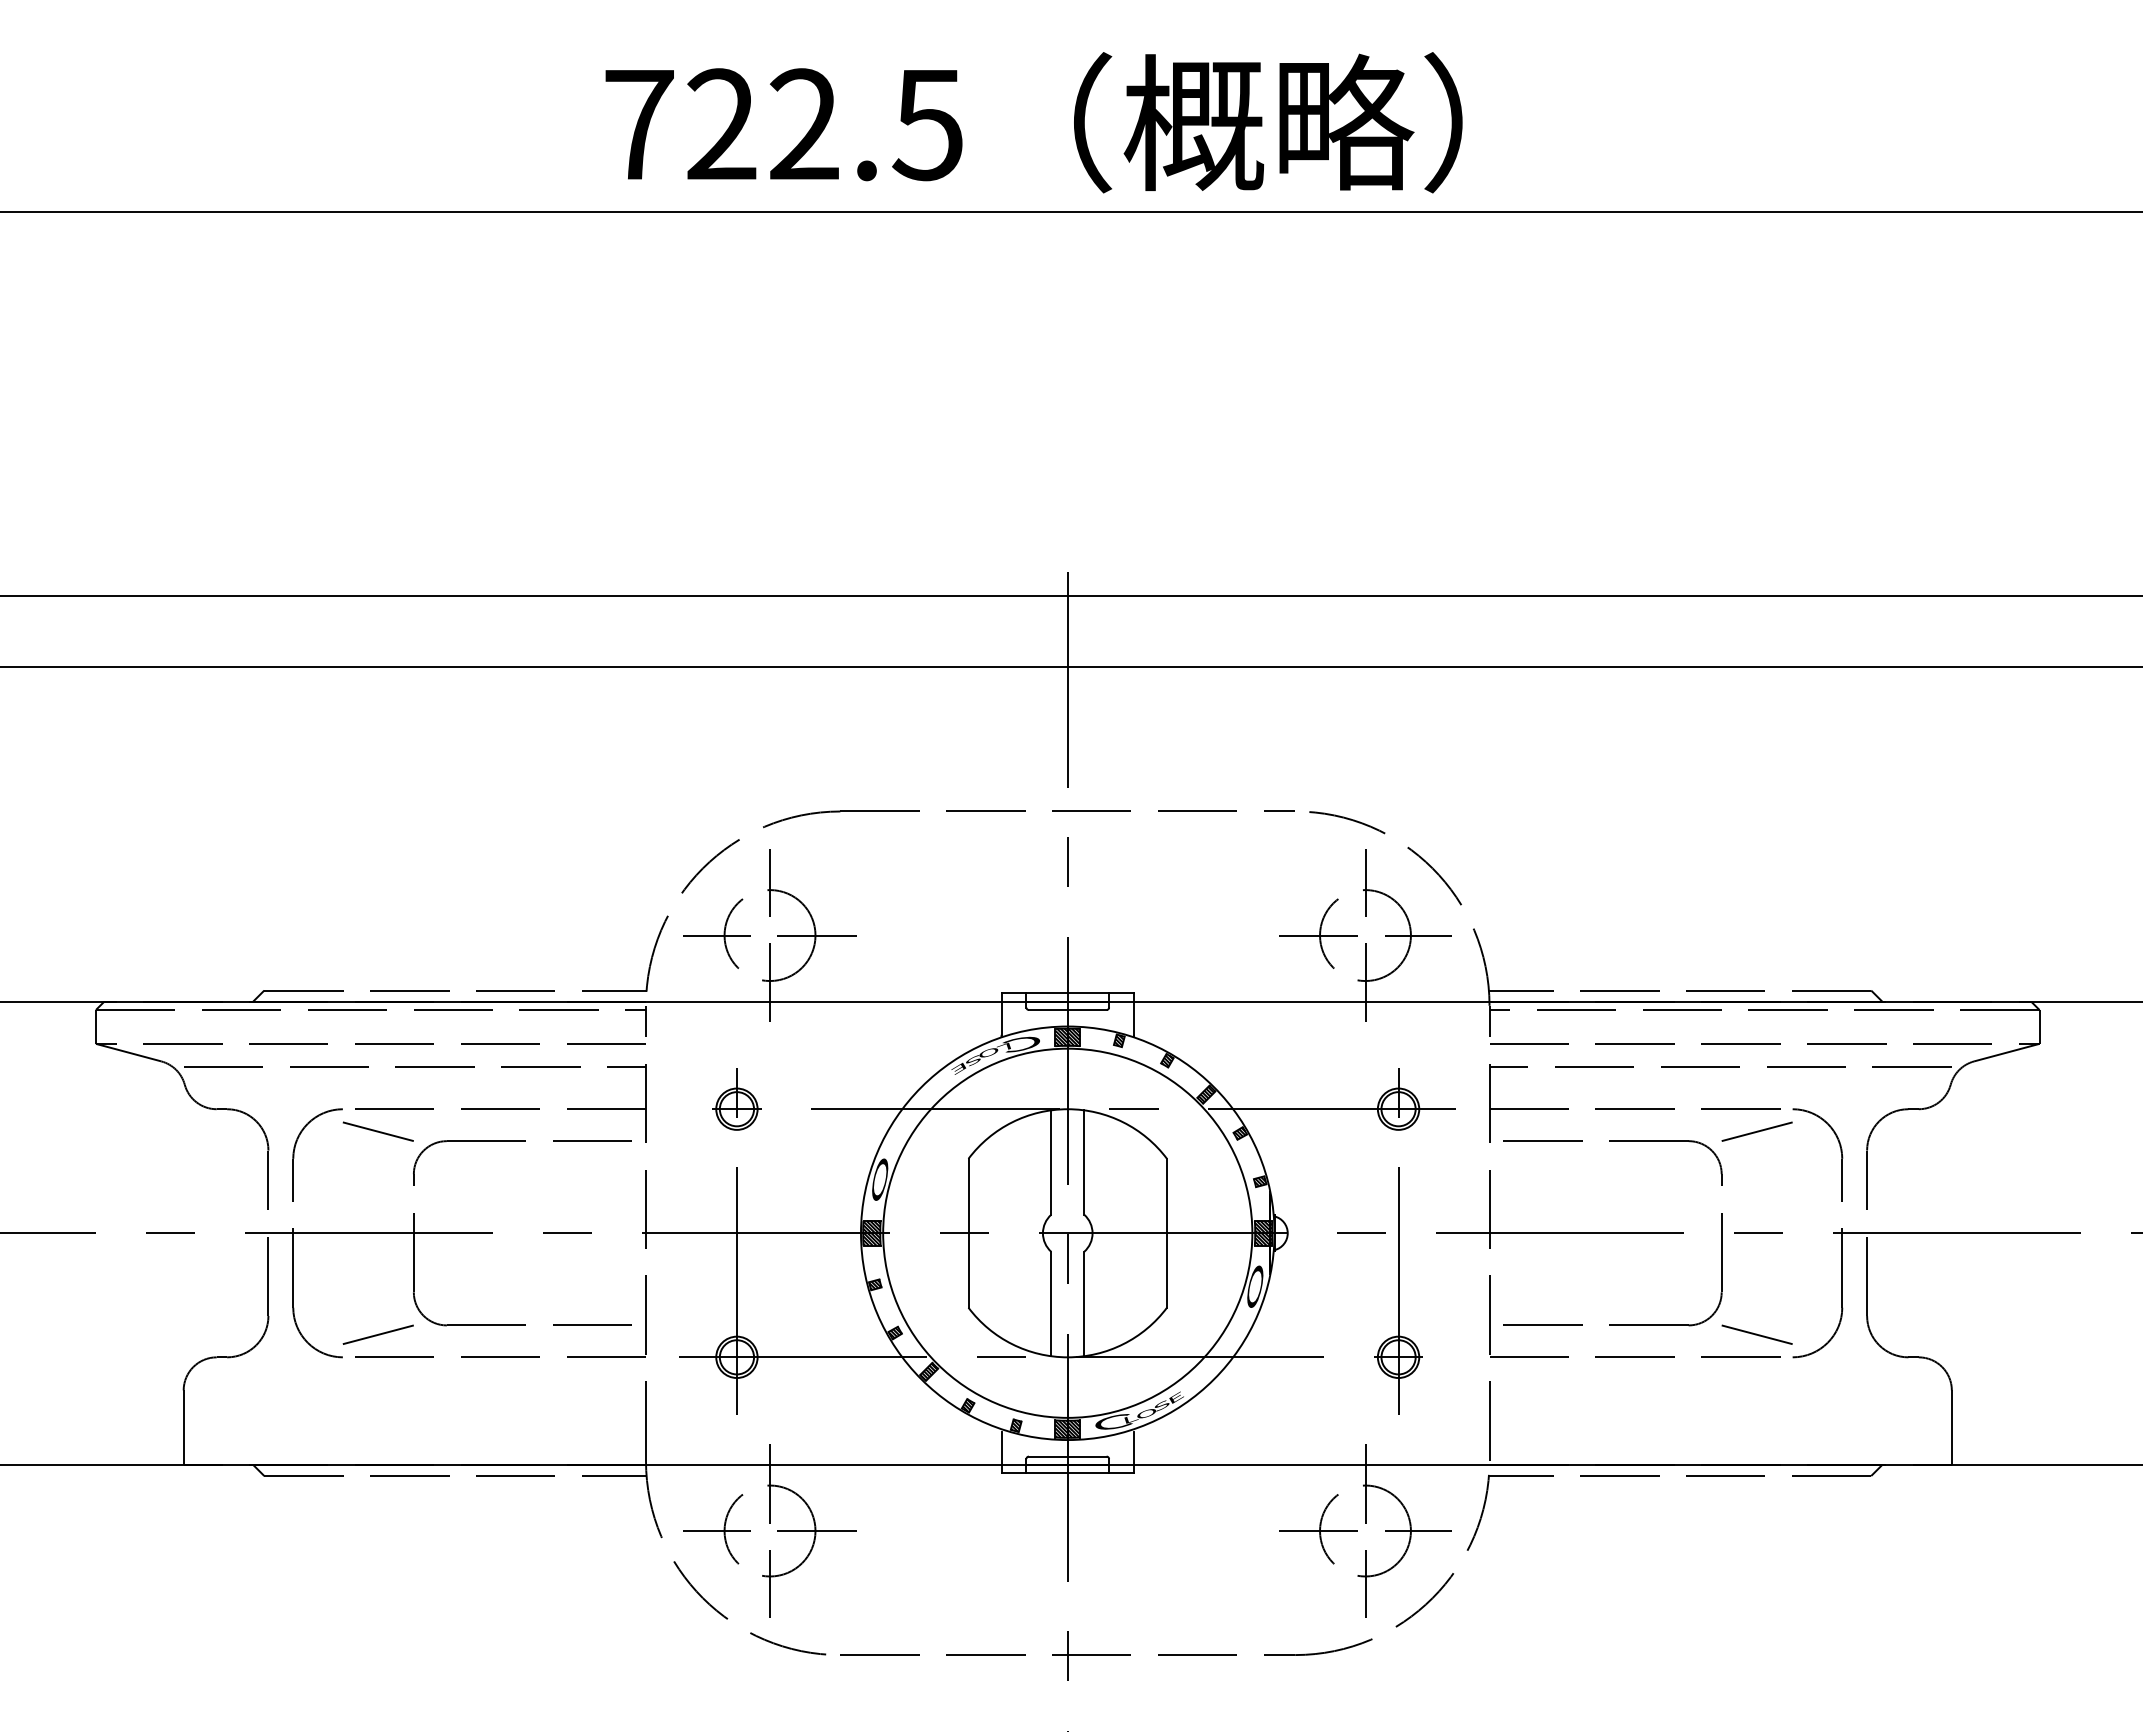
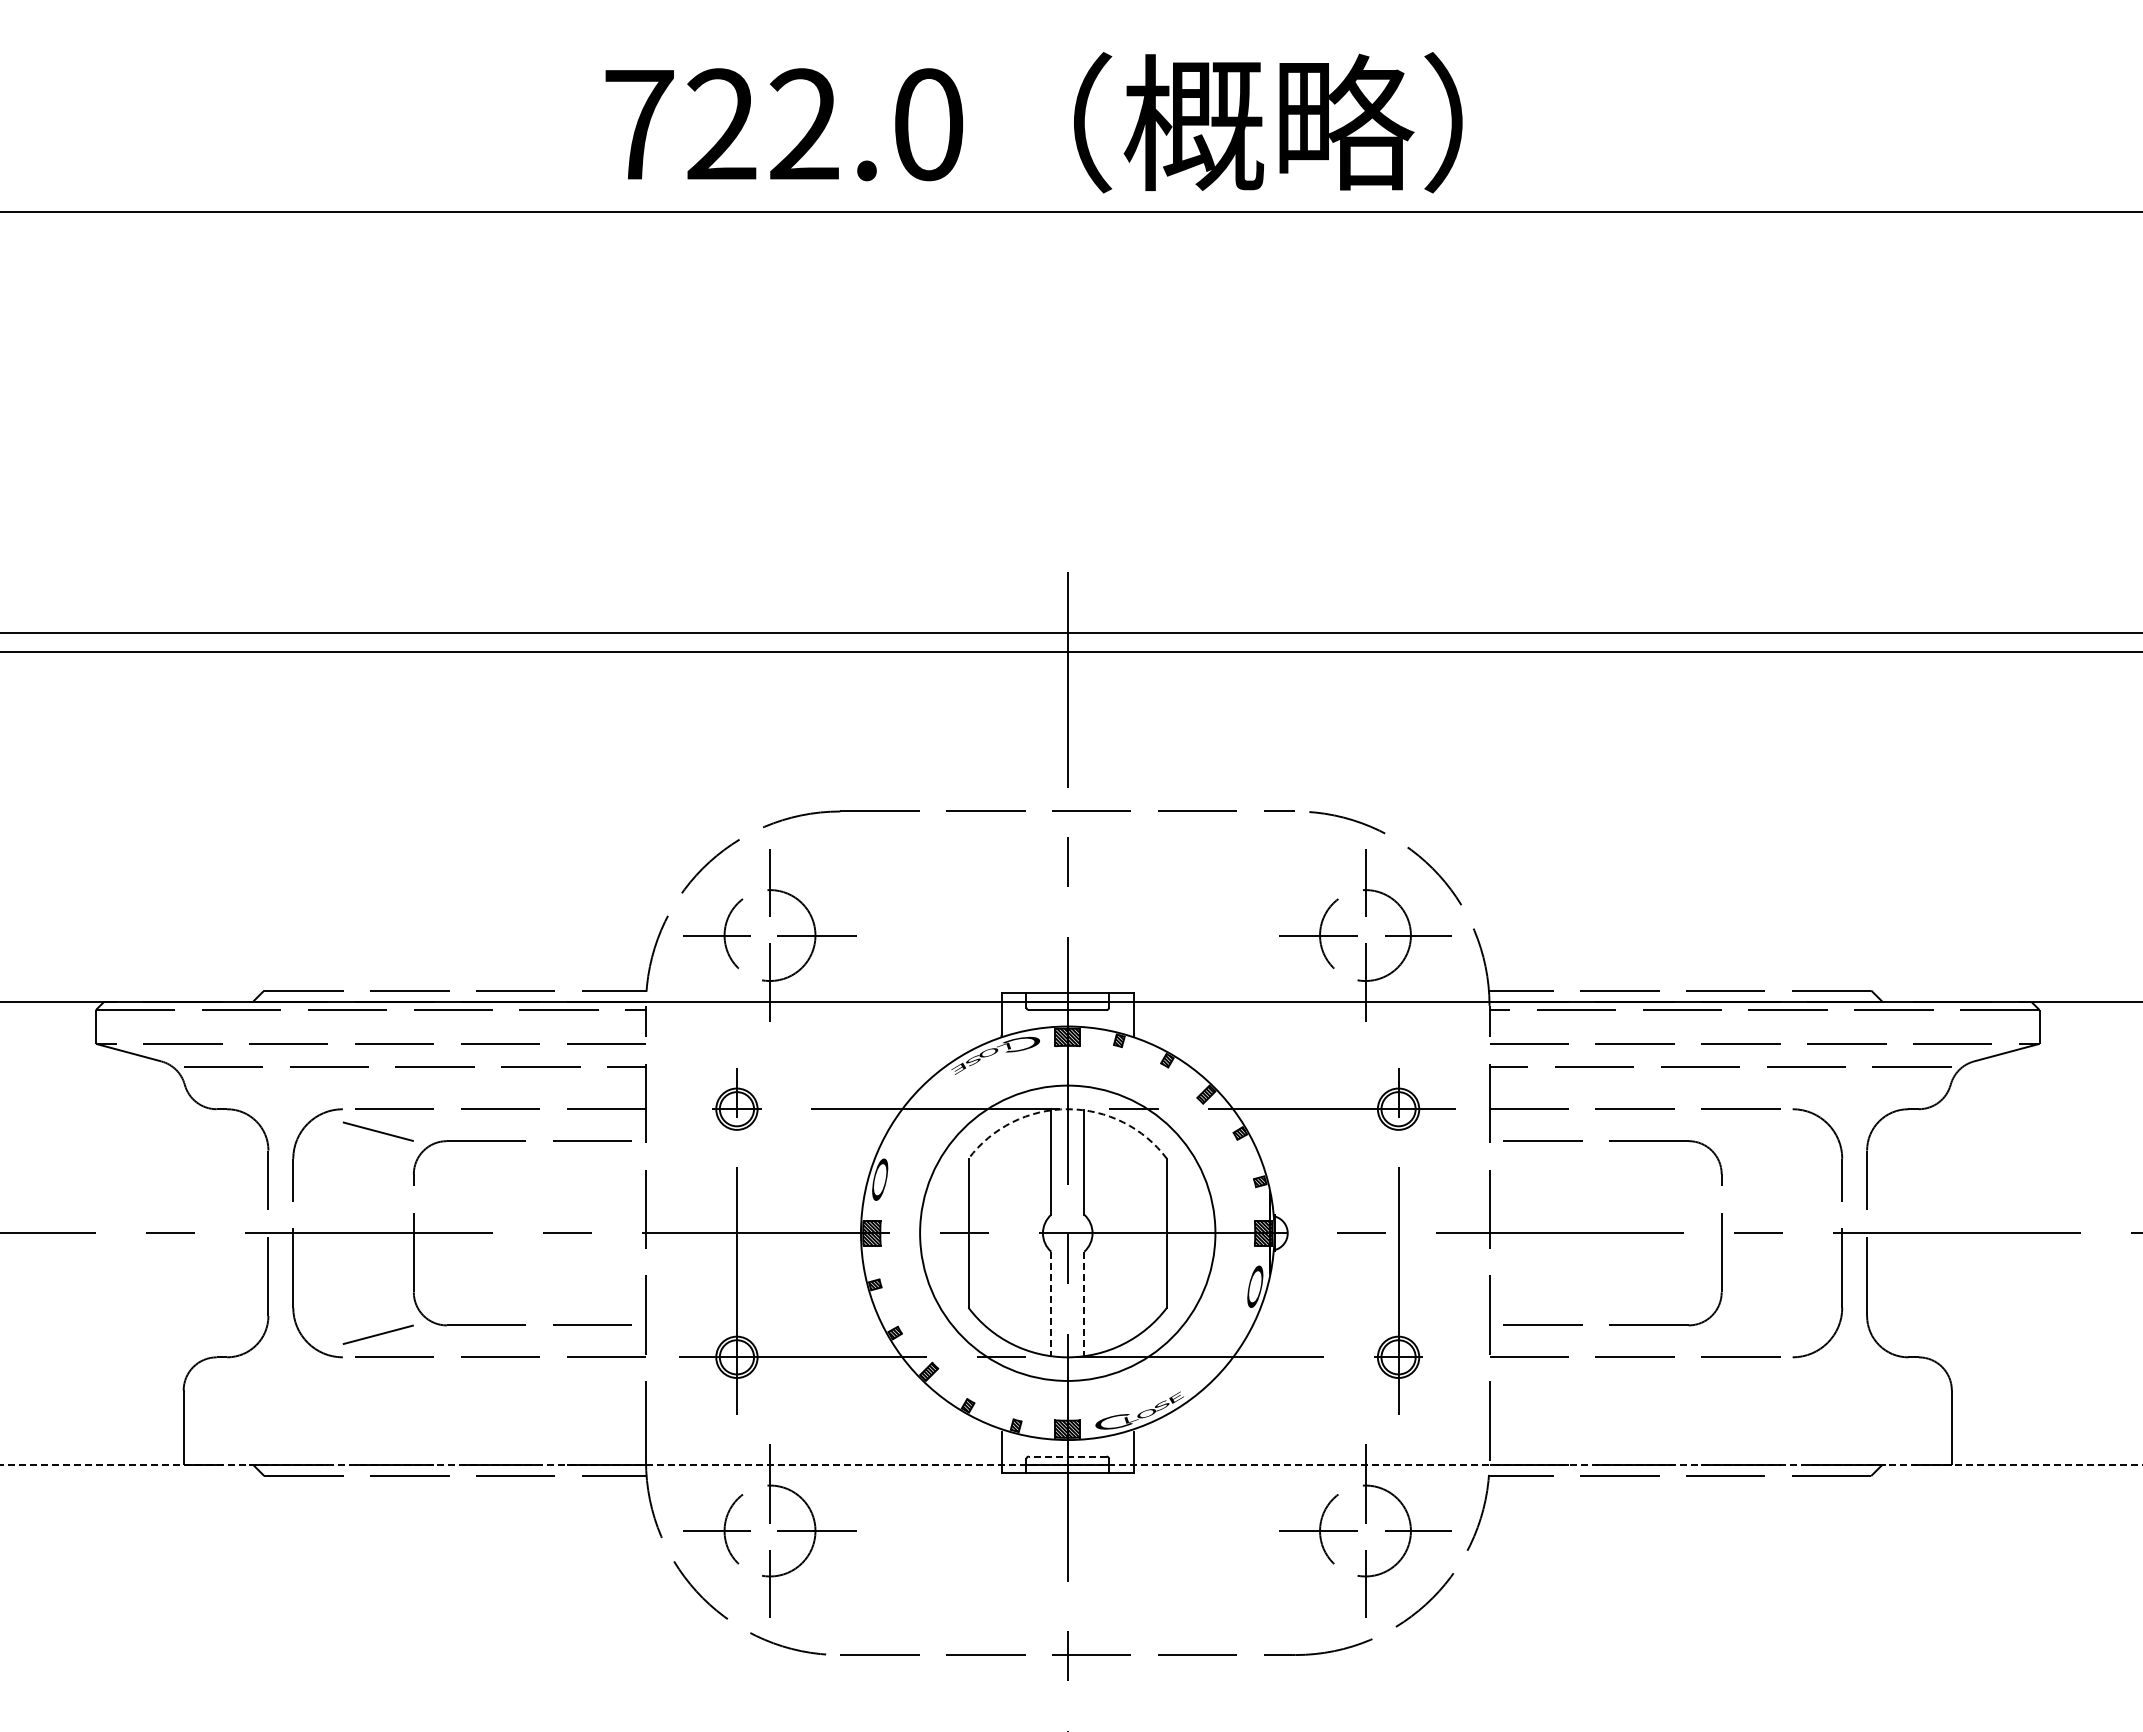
text at (927, 124): 722.5 -> 722.0
line at (1070, 596) position: (1070, 596) -> (1070, 633)
line at (1070, 666) position: (1070, 666) -> (1070, 651)
arc at (1067, 1109): solid -> dashed
line at (1756, 1131): present -> none
circle at (1067, 1232) diameter: 369 px -> 295 px
line at (1051, 1304): solid -> dashed
line at (1084, 1304): solid -> dashed
line at (1756, 1334): present -> none
line at (1067, 1456): solid -> dashed
line at (1071, 1464): solid -> dashed
